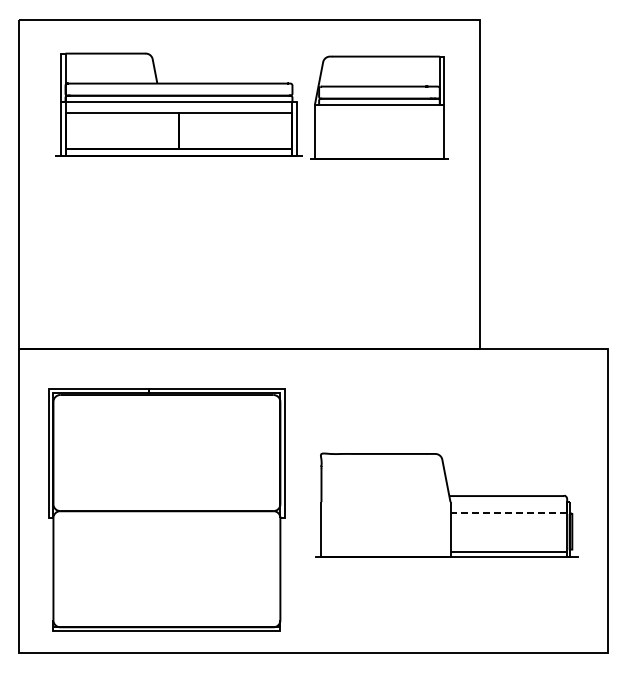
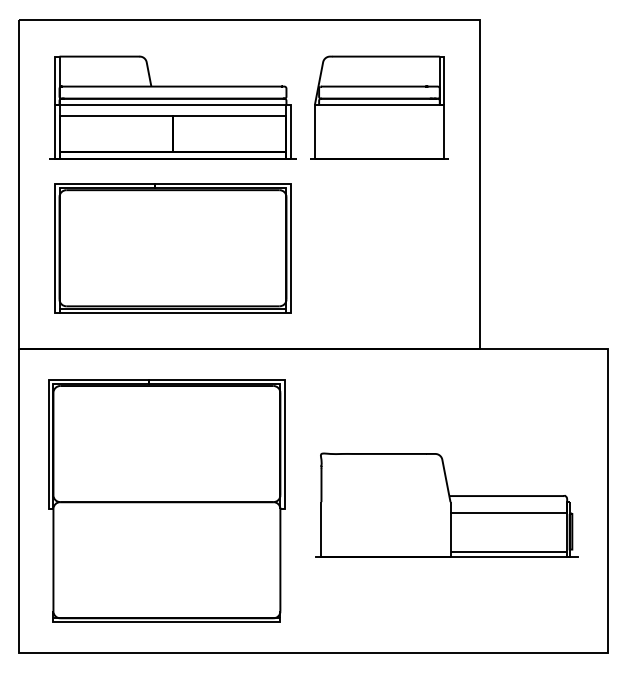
part at (178, 104) position: (178, 104) -> (172, 107)
part at (172, 248): none -> present
part at (166, 509) position: (166, 509) -> (166, 500)
line at (508, 513): dashed -> solid
